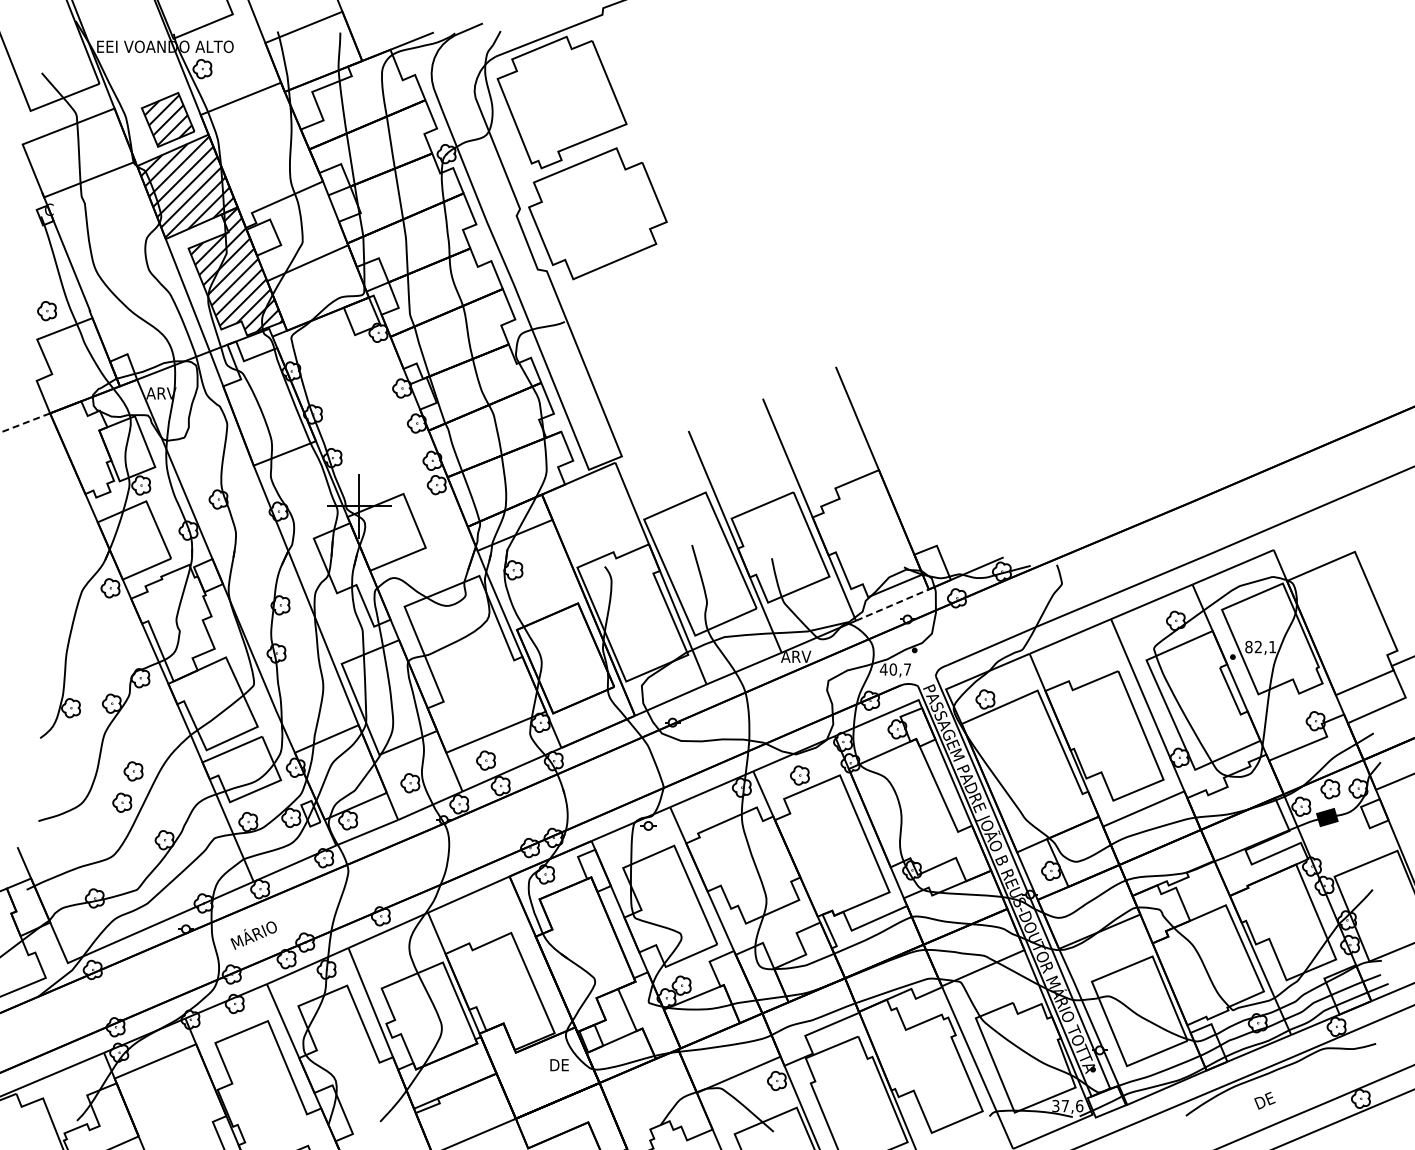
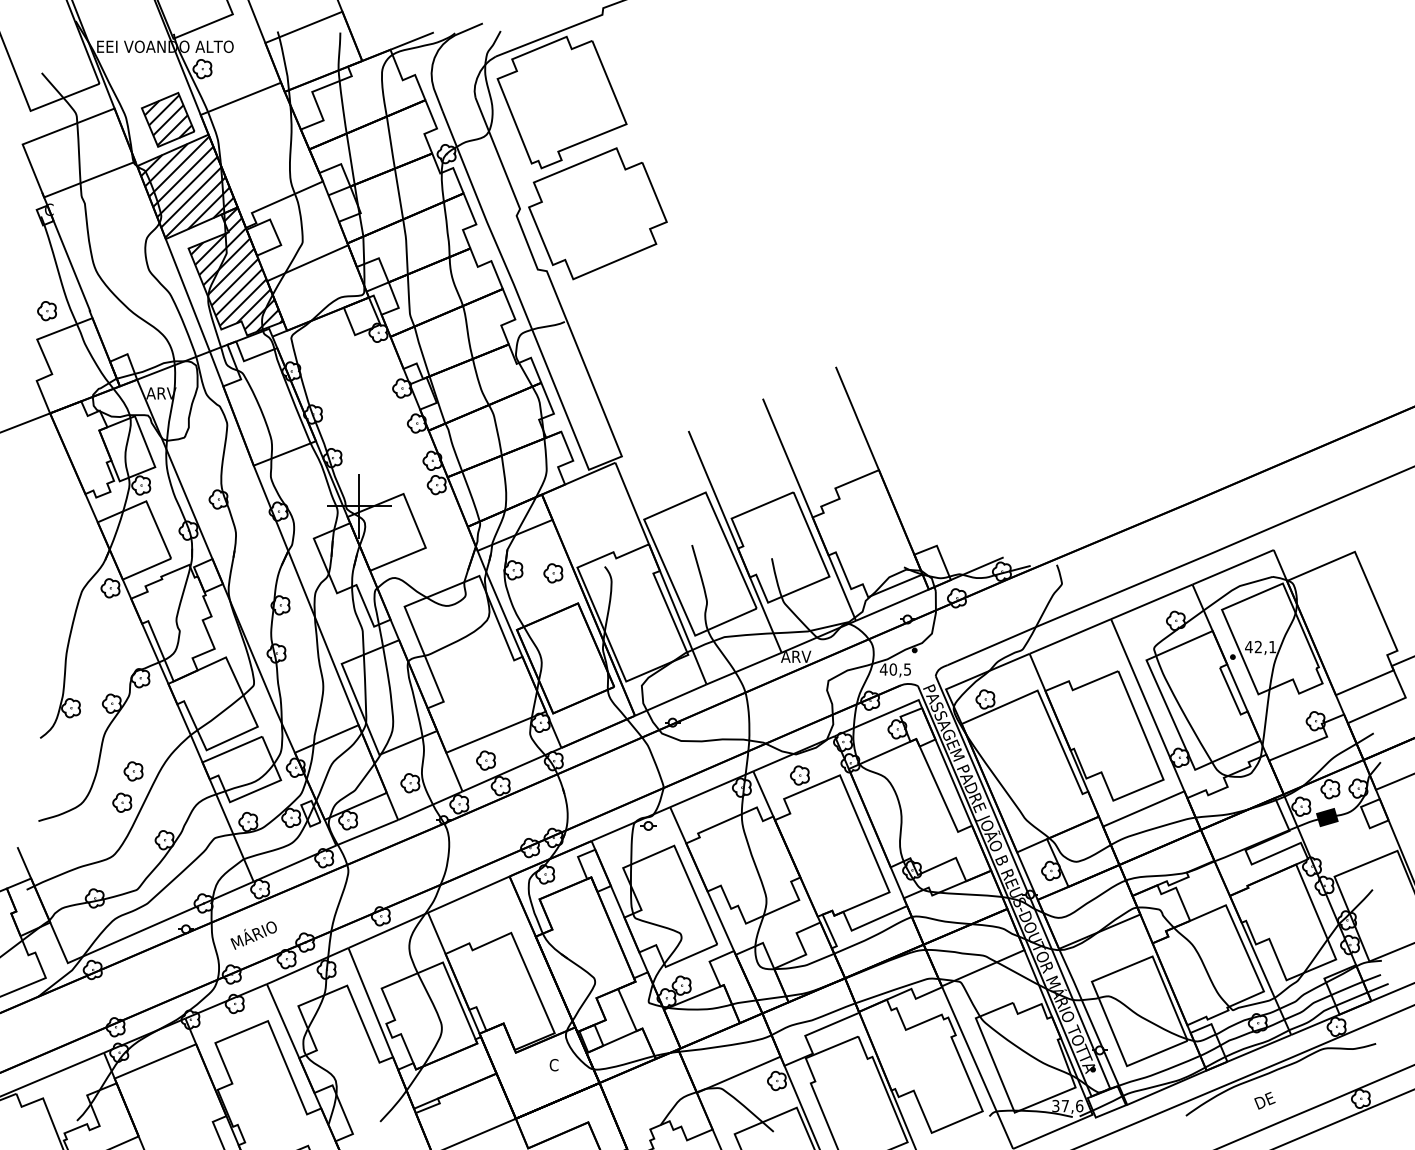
line at (25, 423): dashed -> solid
part at (553, 573): none -> present
line at (892, 605): dashed -> solid
text at (1248, 646): 82,1 -> 42,1
text at (907, 669): 40,7 -> 40,5
text at (558, 1065): DE -> C
